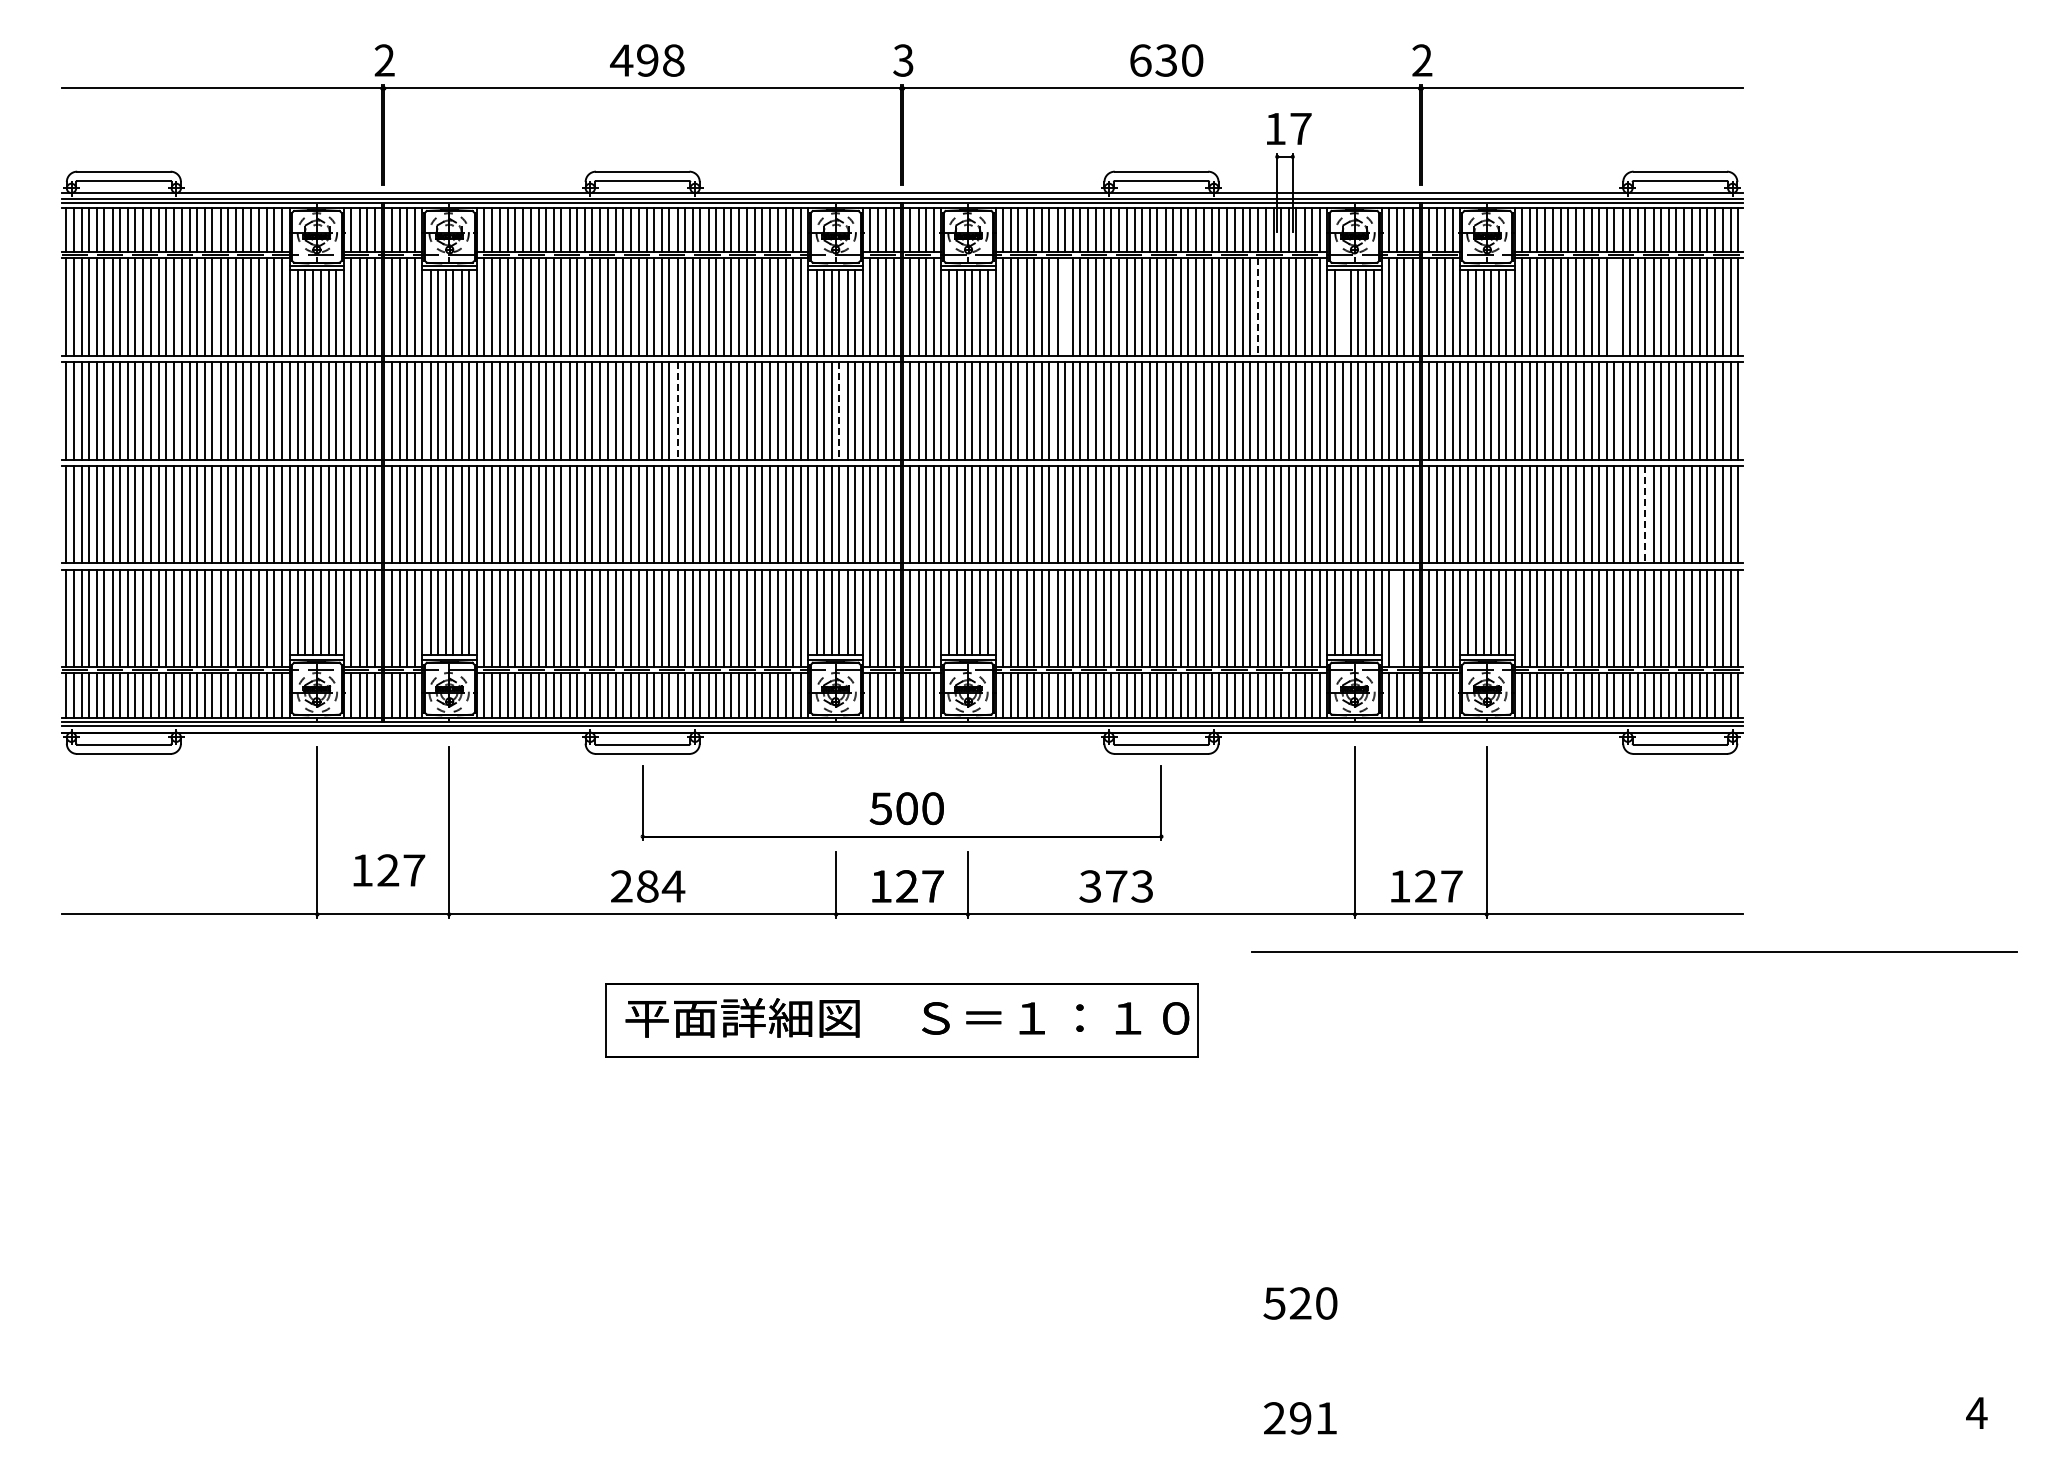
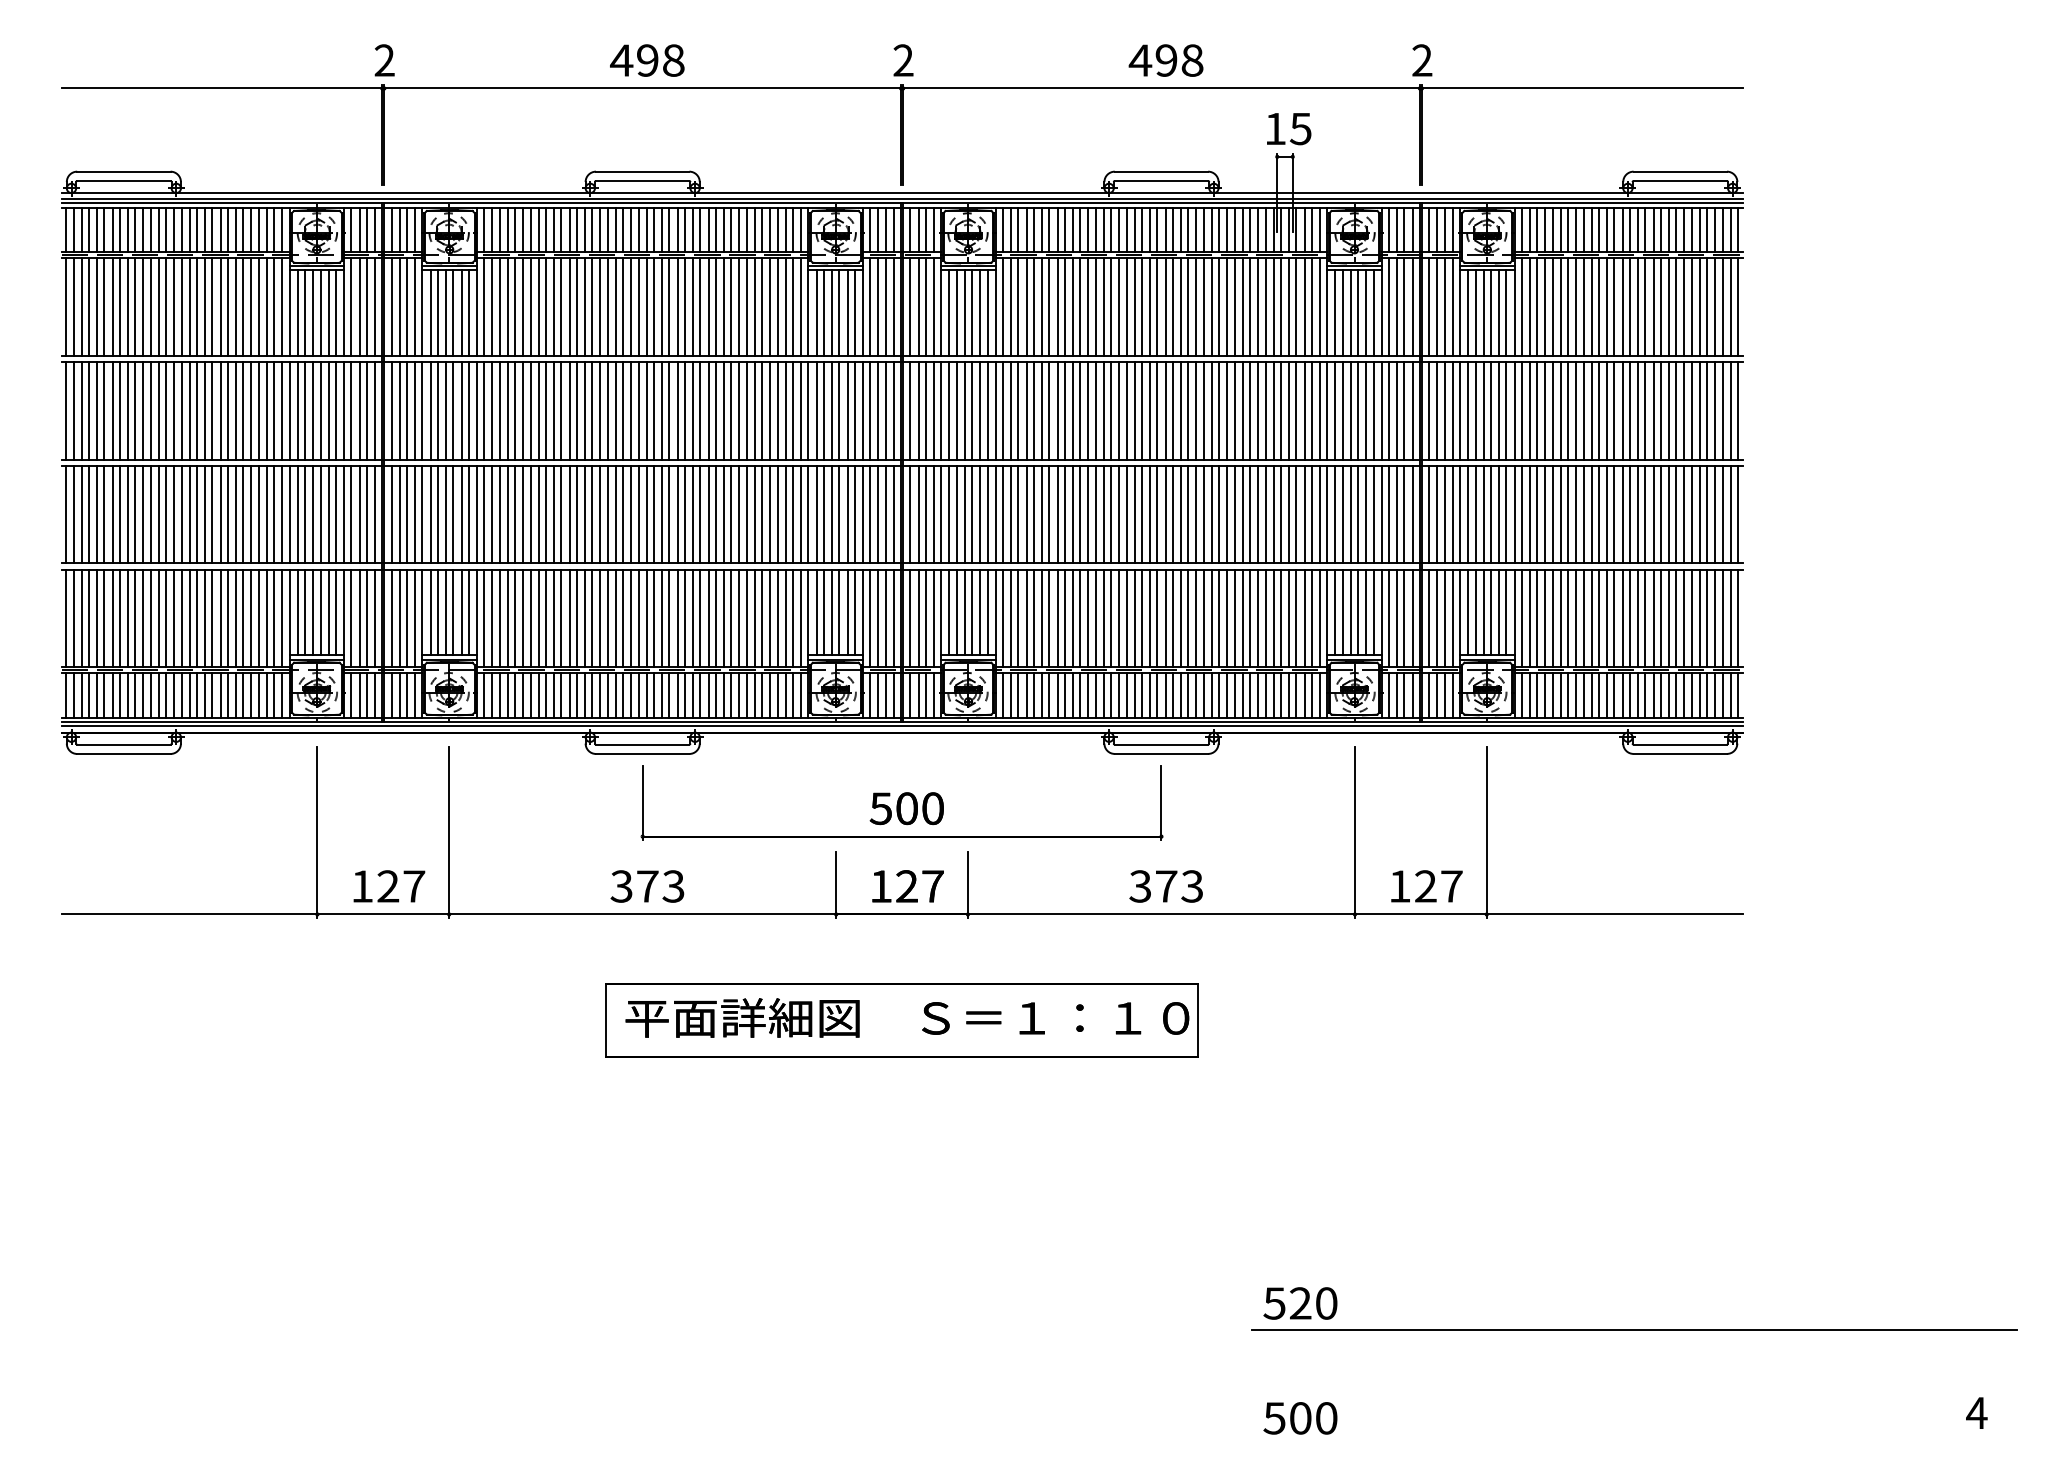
text at (903, 60): 3 -> 2
text at (1165, 60): 630 -> 498
text at (1300, 129): 17 -> 15
line at (1064, 306): none -> present
line at (1614, 306): none -> present
line at (1258, 307): dashed -> solid
line at (1342, 312): none -> present
line at (677, 410): dashed -> solid
line at (839, 410): dashed -> solid
line at (1645, 514): dashed -> solid
line at (1397, 618): none -> present
text at (389, 870) position: (389, 870) -> (389, 886)
text at (647, 886): 284 -> 373
text at (1115, 886) position: (1115, 886) -> (1165, 886)
line at (1634, 951) position: (1634, 951) -> (1634, 1329)
text at (1300, 1418): 291 -> 500
